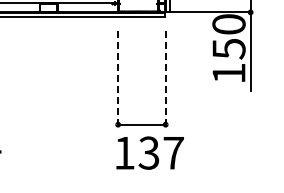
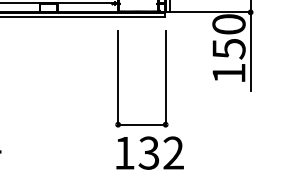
line at (118, 78): dashed -> solid
line at (165, 78): dashed -> solid
text at (173, 152): 137 -> 132
